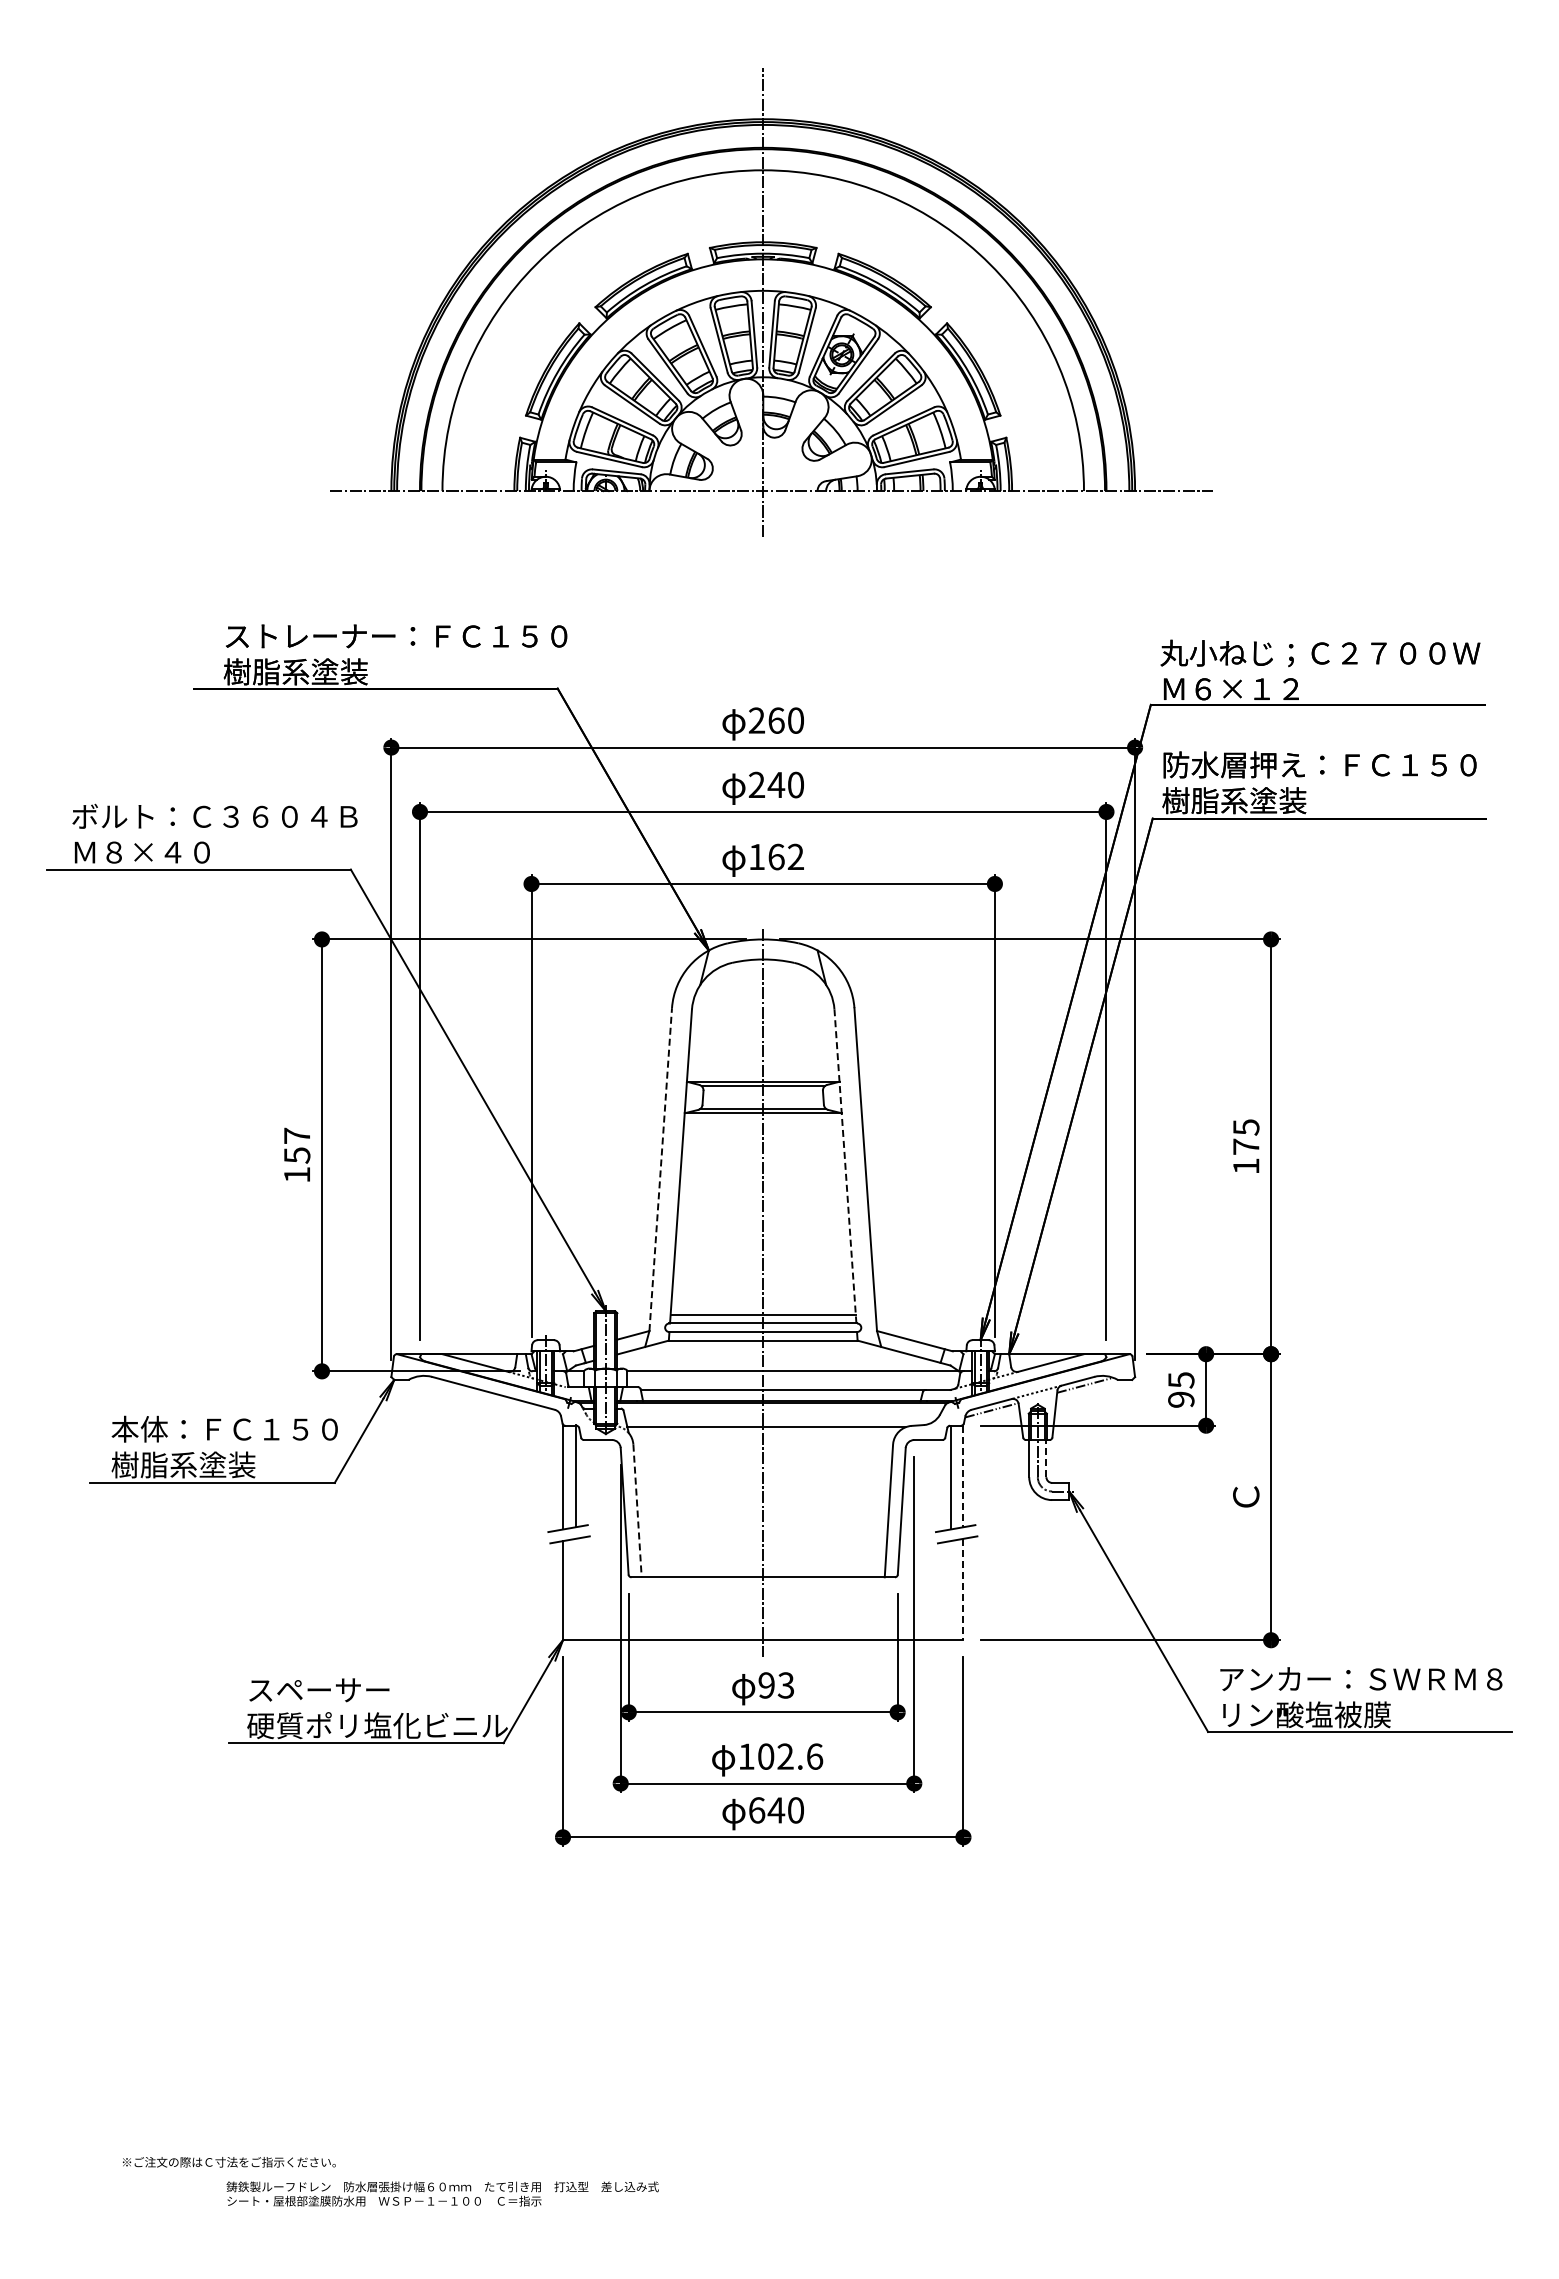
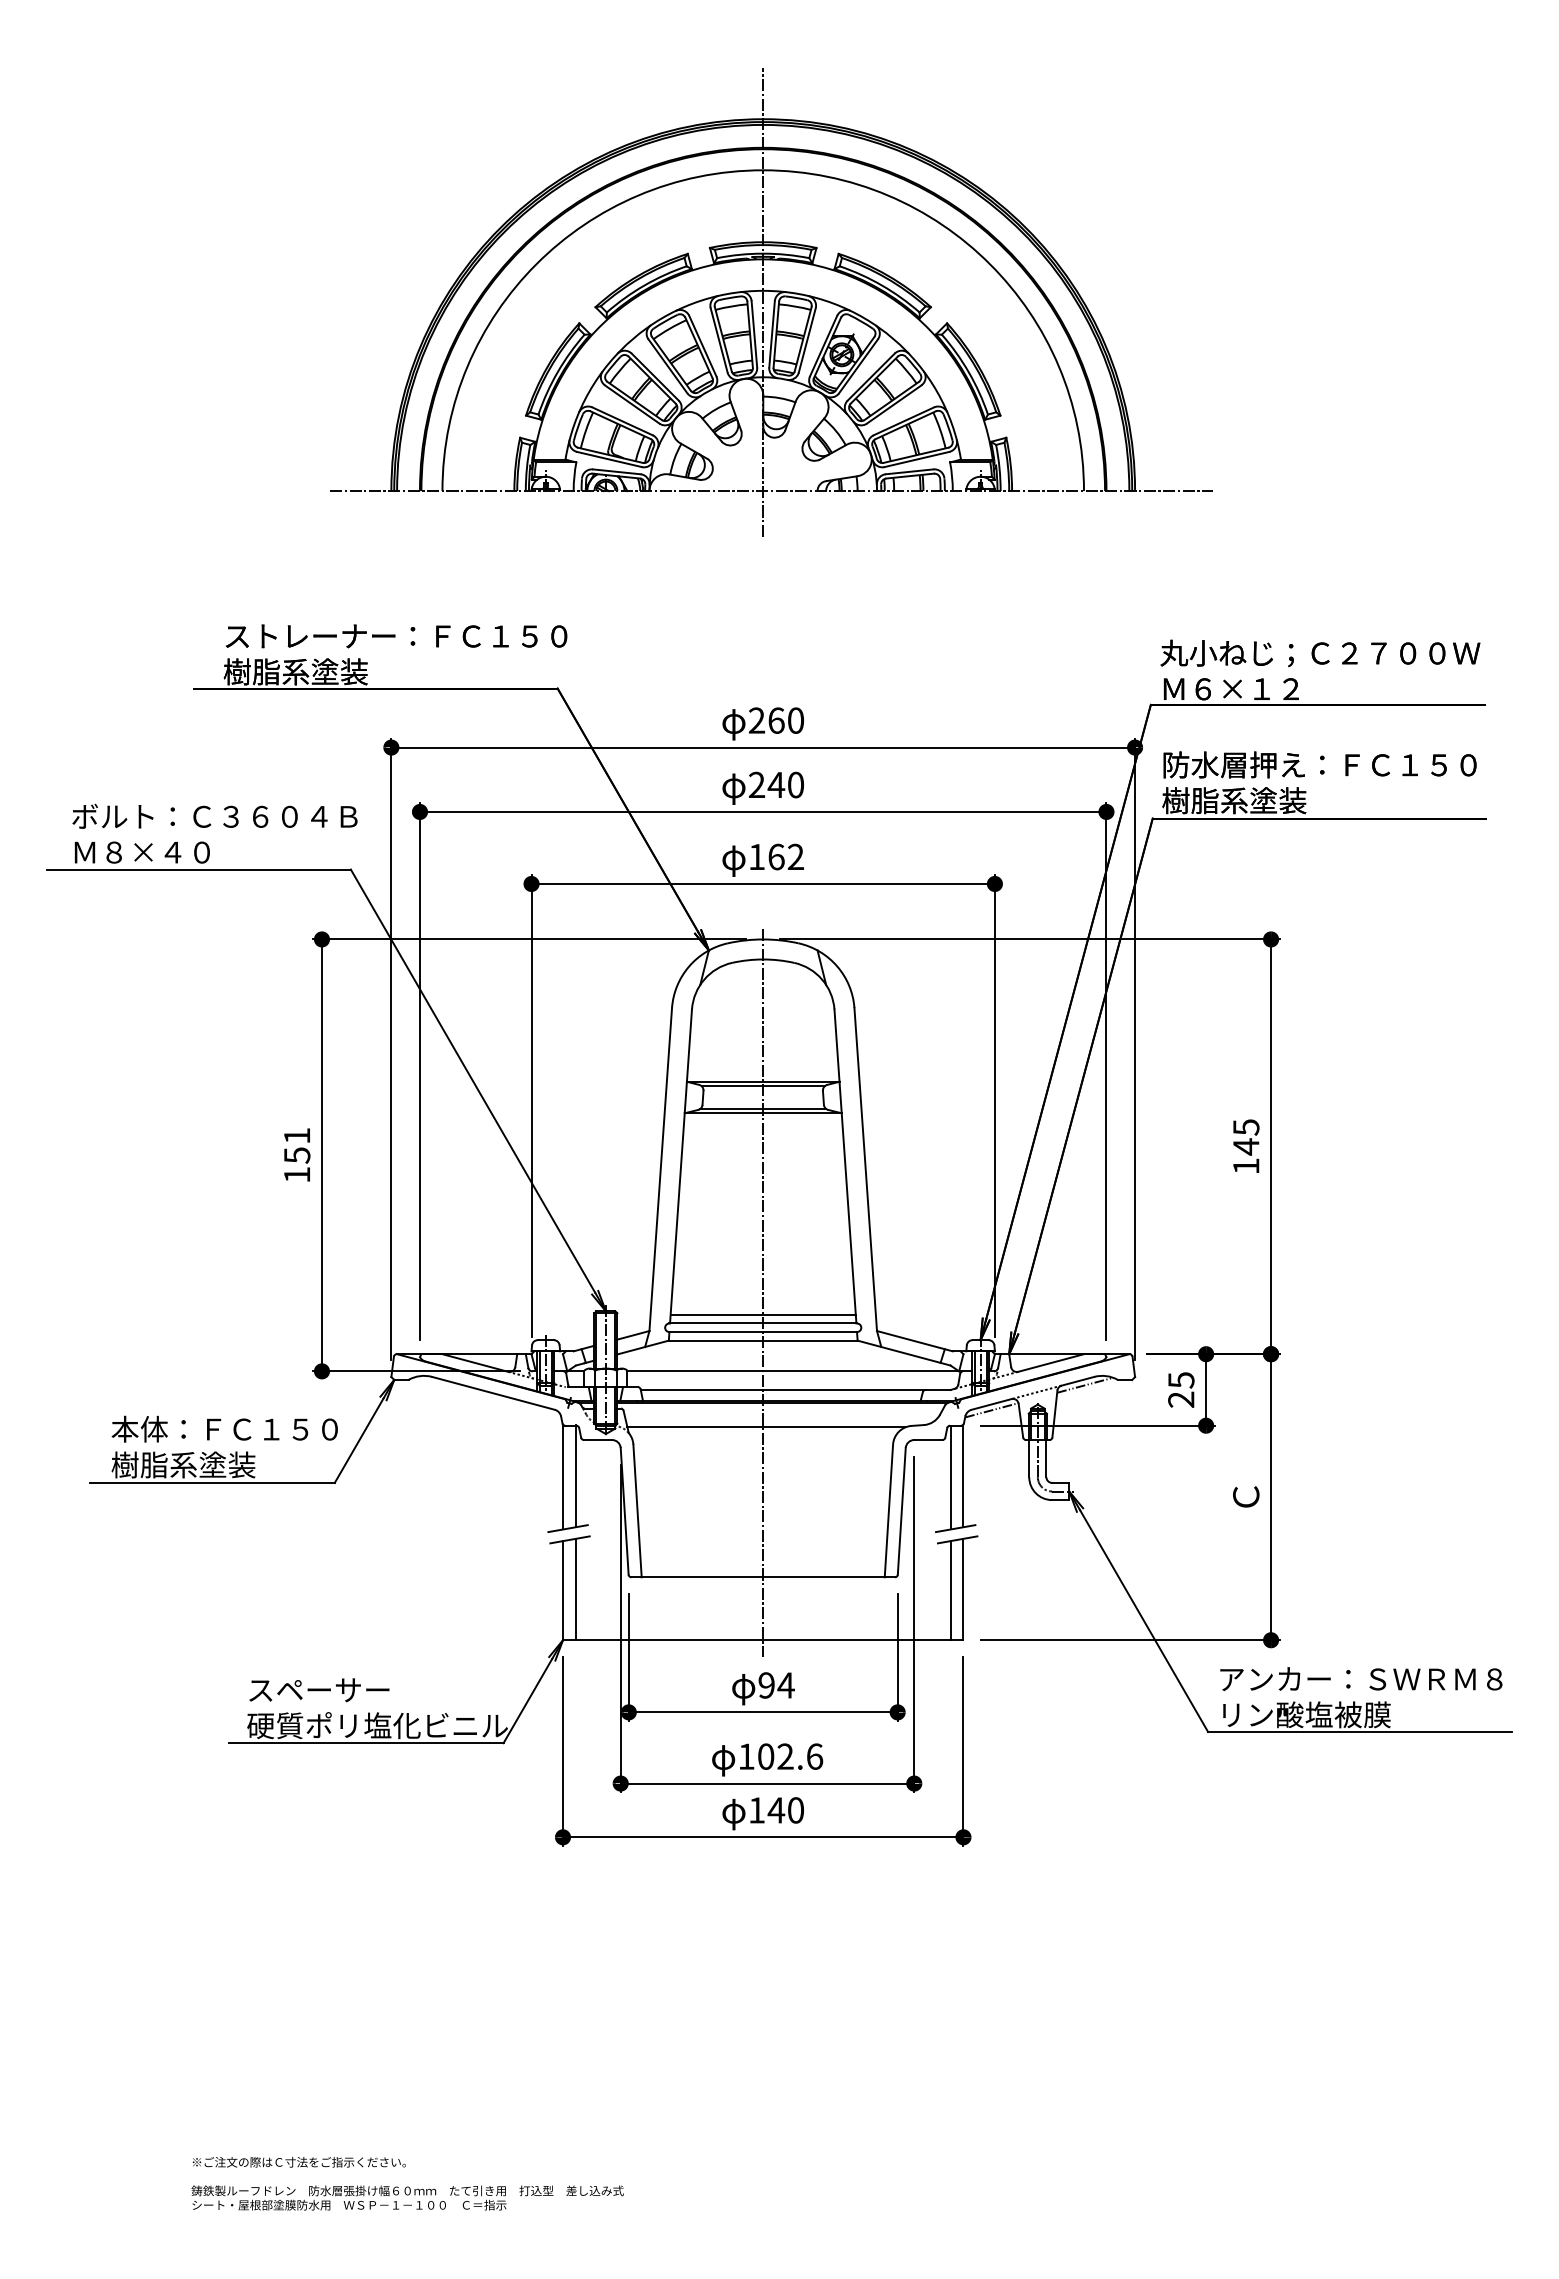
text at (296, 1135): 157 -> 151
text at (1246, 1146): 175 -> 145
line at (845, 1166): dashed -> solid
line at (660, 1169): dashed -> solid
text at (1181, 1399): 95 -> 25
line at (1046, 1458): dashed -> solid
line at (963, 1476): dashed -> solid
line at (637, 1511): dashed -> solid
line at (575, 1589): none -> present
line at (963, 1589): dashed -> solid
line at (950, 1590): none -> present
text at (785, 1685): 93 -> 94
text at (757, 1810): 640 -> 140
text at (228, 2162) position: (228, 2162) -> (298, 2162)
text at (442, 2193) position: (442, 2193) -> (407, 2197)
